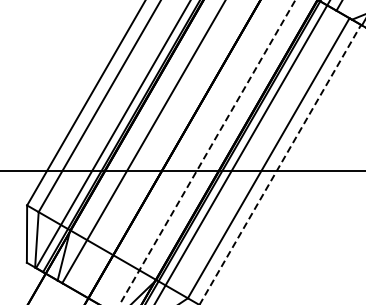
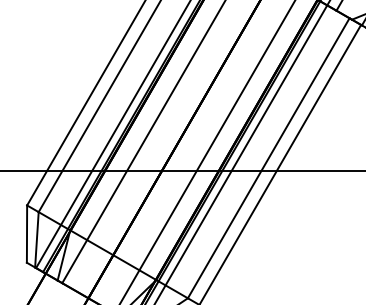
line at (207, 152): dashed -> solid
line at (280, 164): dashed -> solid
